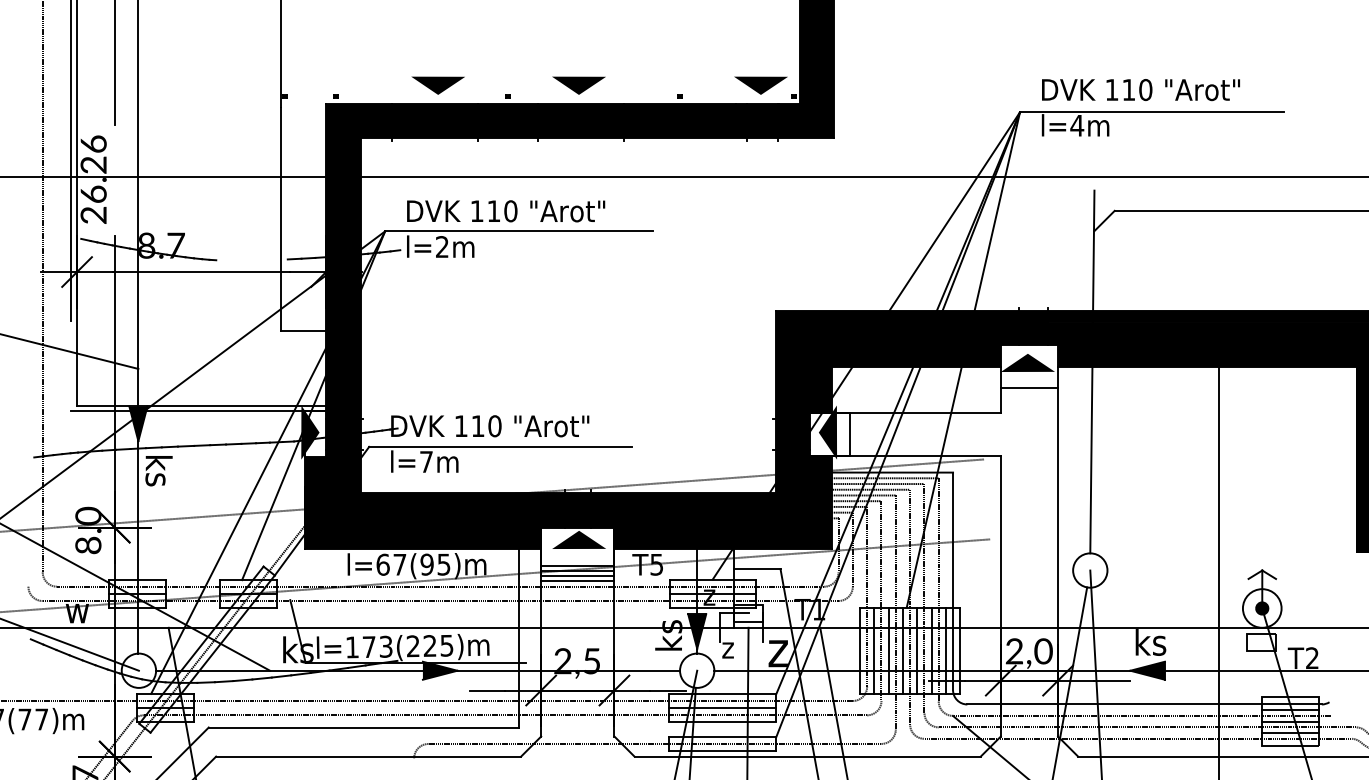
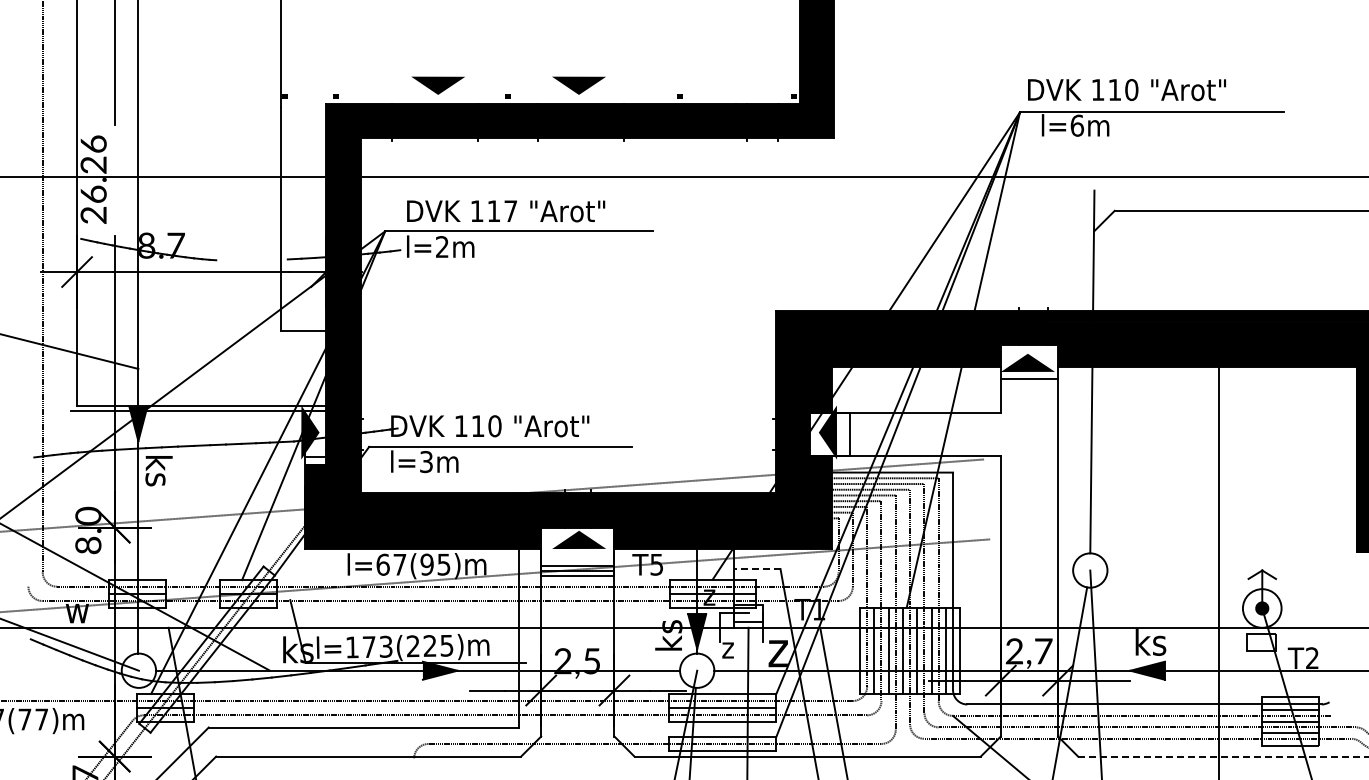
part at (760, 85): present -> none
text at (1140, 90) position: (1140, 90) -> (1126, 90)
text at (1077, 125): l=4m -> l=6m
line at (71, 161): present -> none
text at (510, 211): 110 -> 117
line at (1029, 388) position: (1029, 388) -> (1029, 379)
fill at (315, 460): present -> none
text at (426, 462): l=7m -> l=3m
line at (756, 569): solid -> dashed
line at (577, 580): present -> none
text at (1043, 651): 2,0 -> 2,7
line at (1223, 756): solid -> dashed
